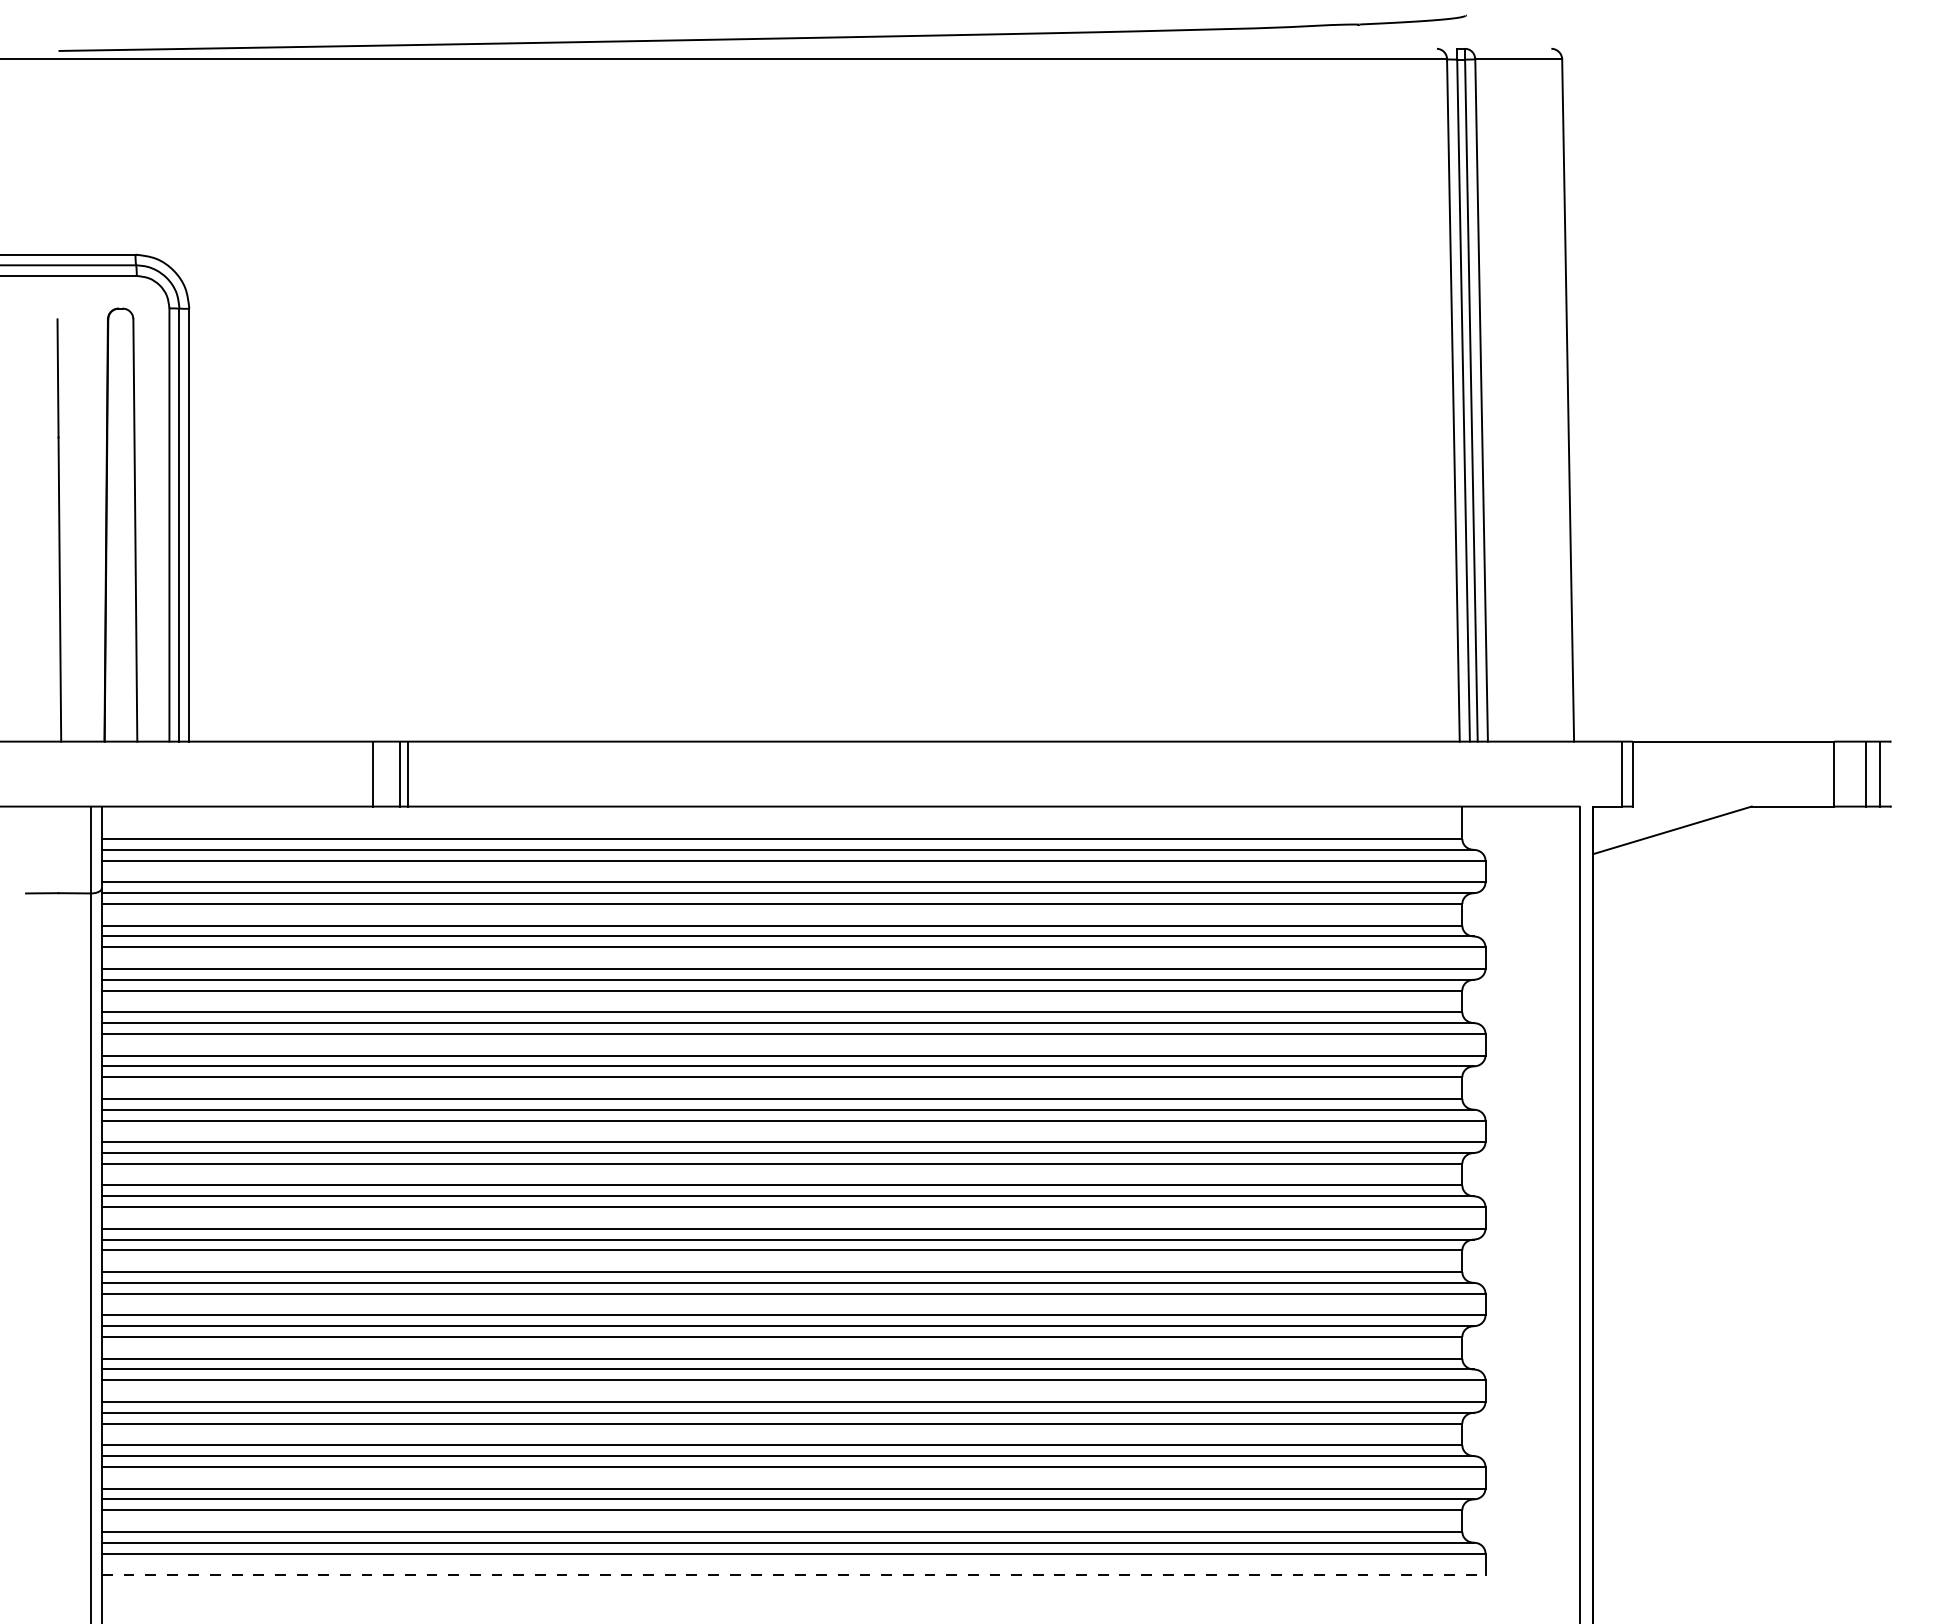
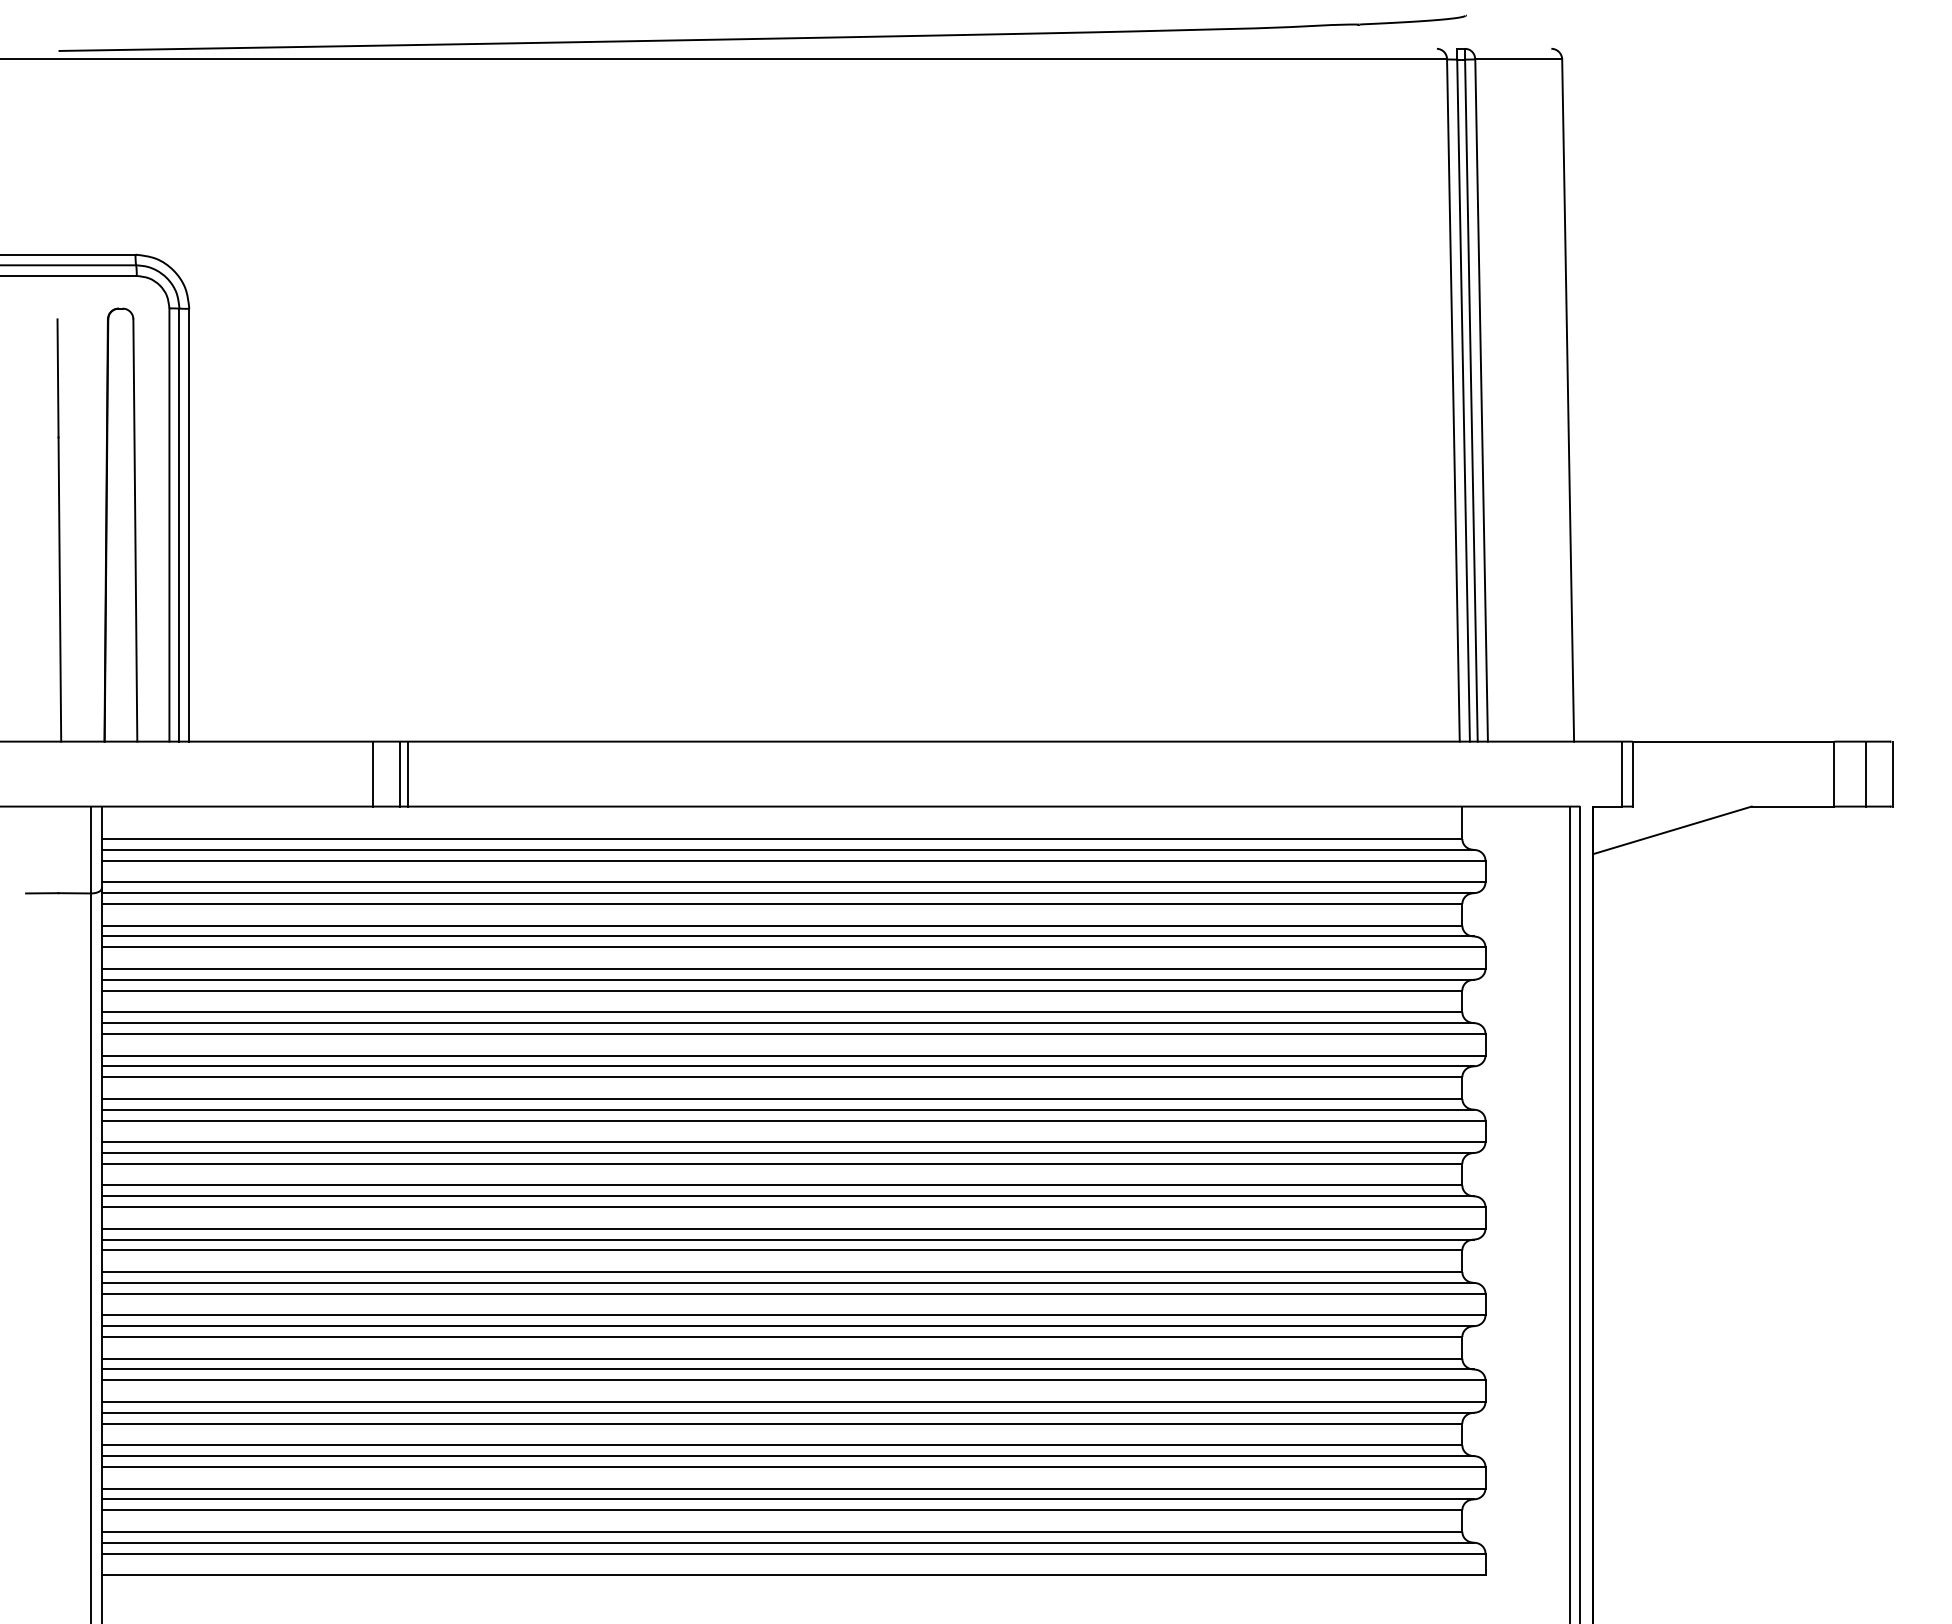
line at (1880, 773) position: (1880, 773) -> (1893, 773)
line at (1570, 1213): none -> present
line at (793, 1575): dashed -> solid
